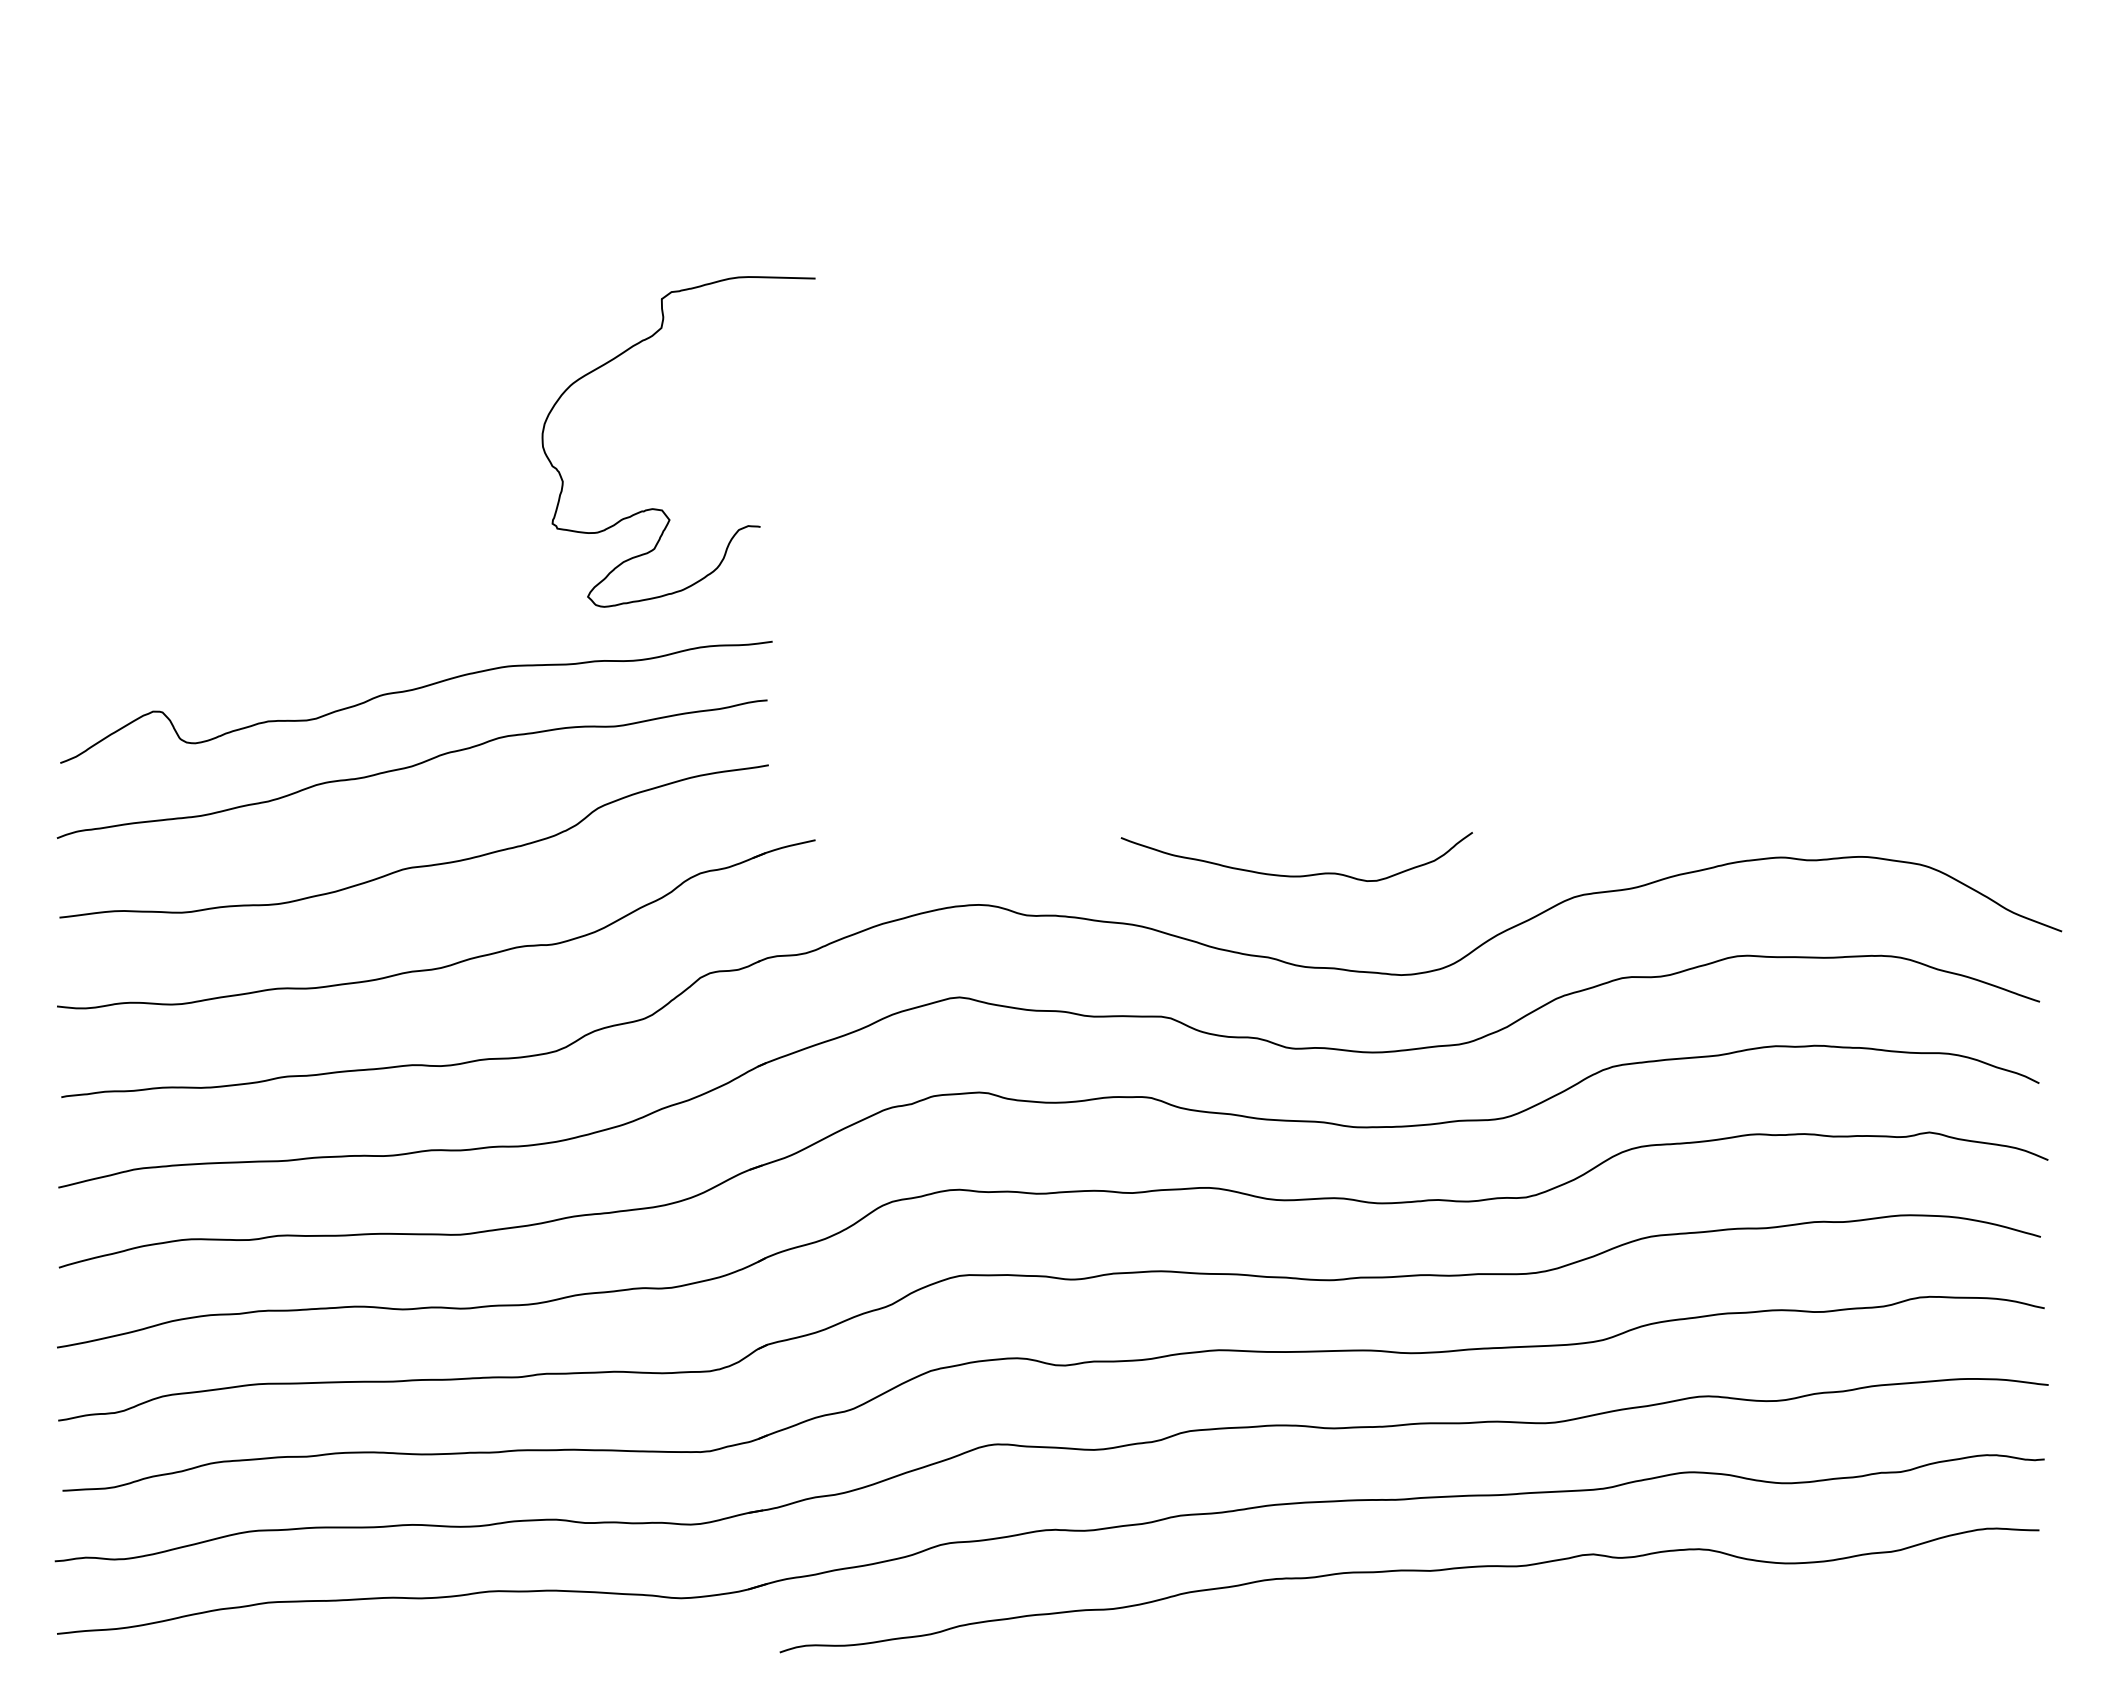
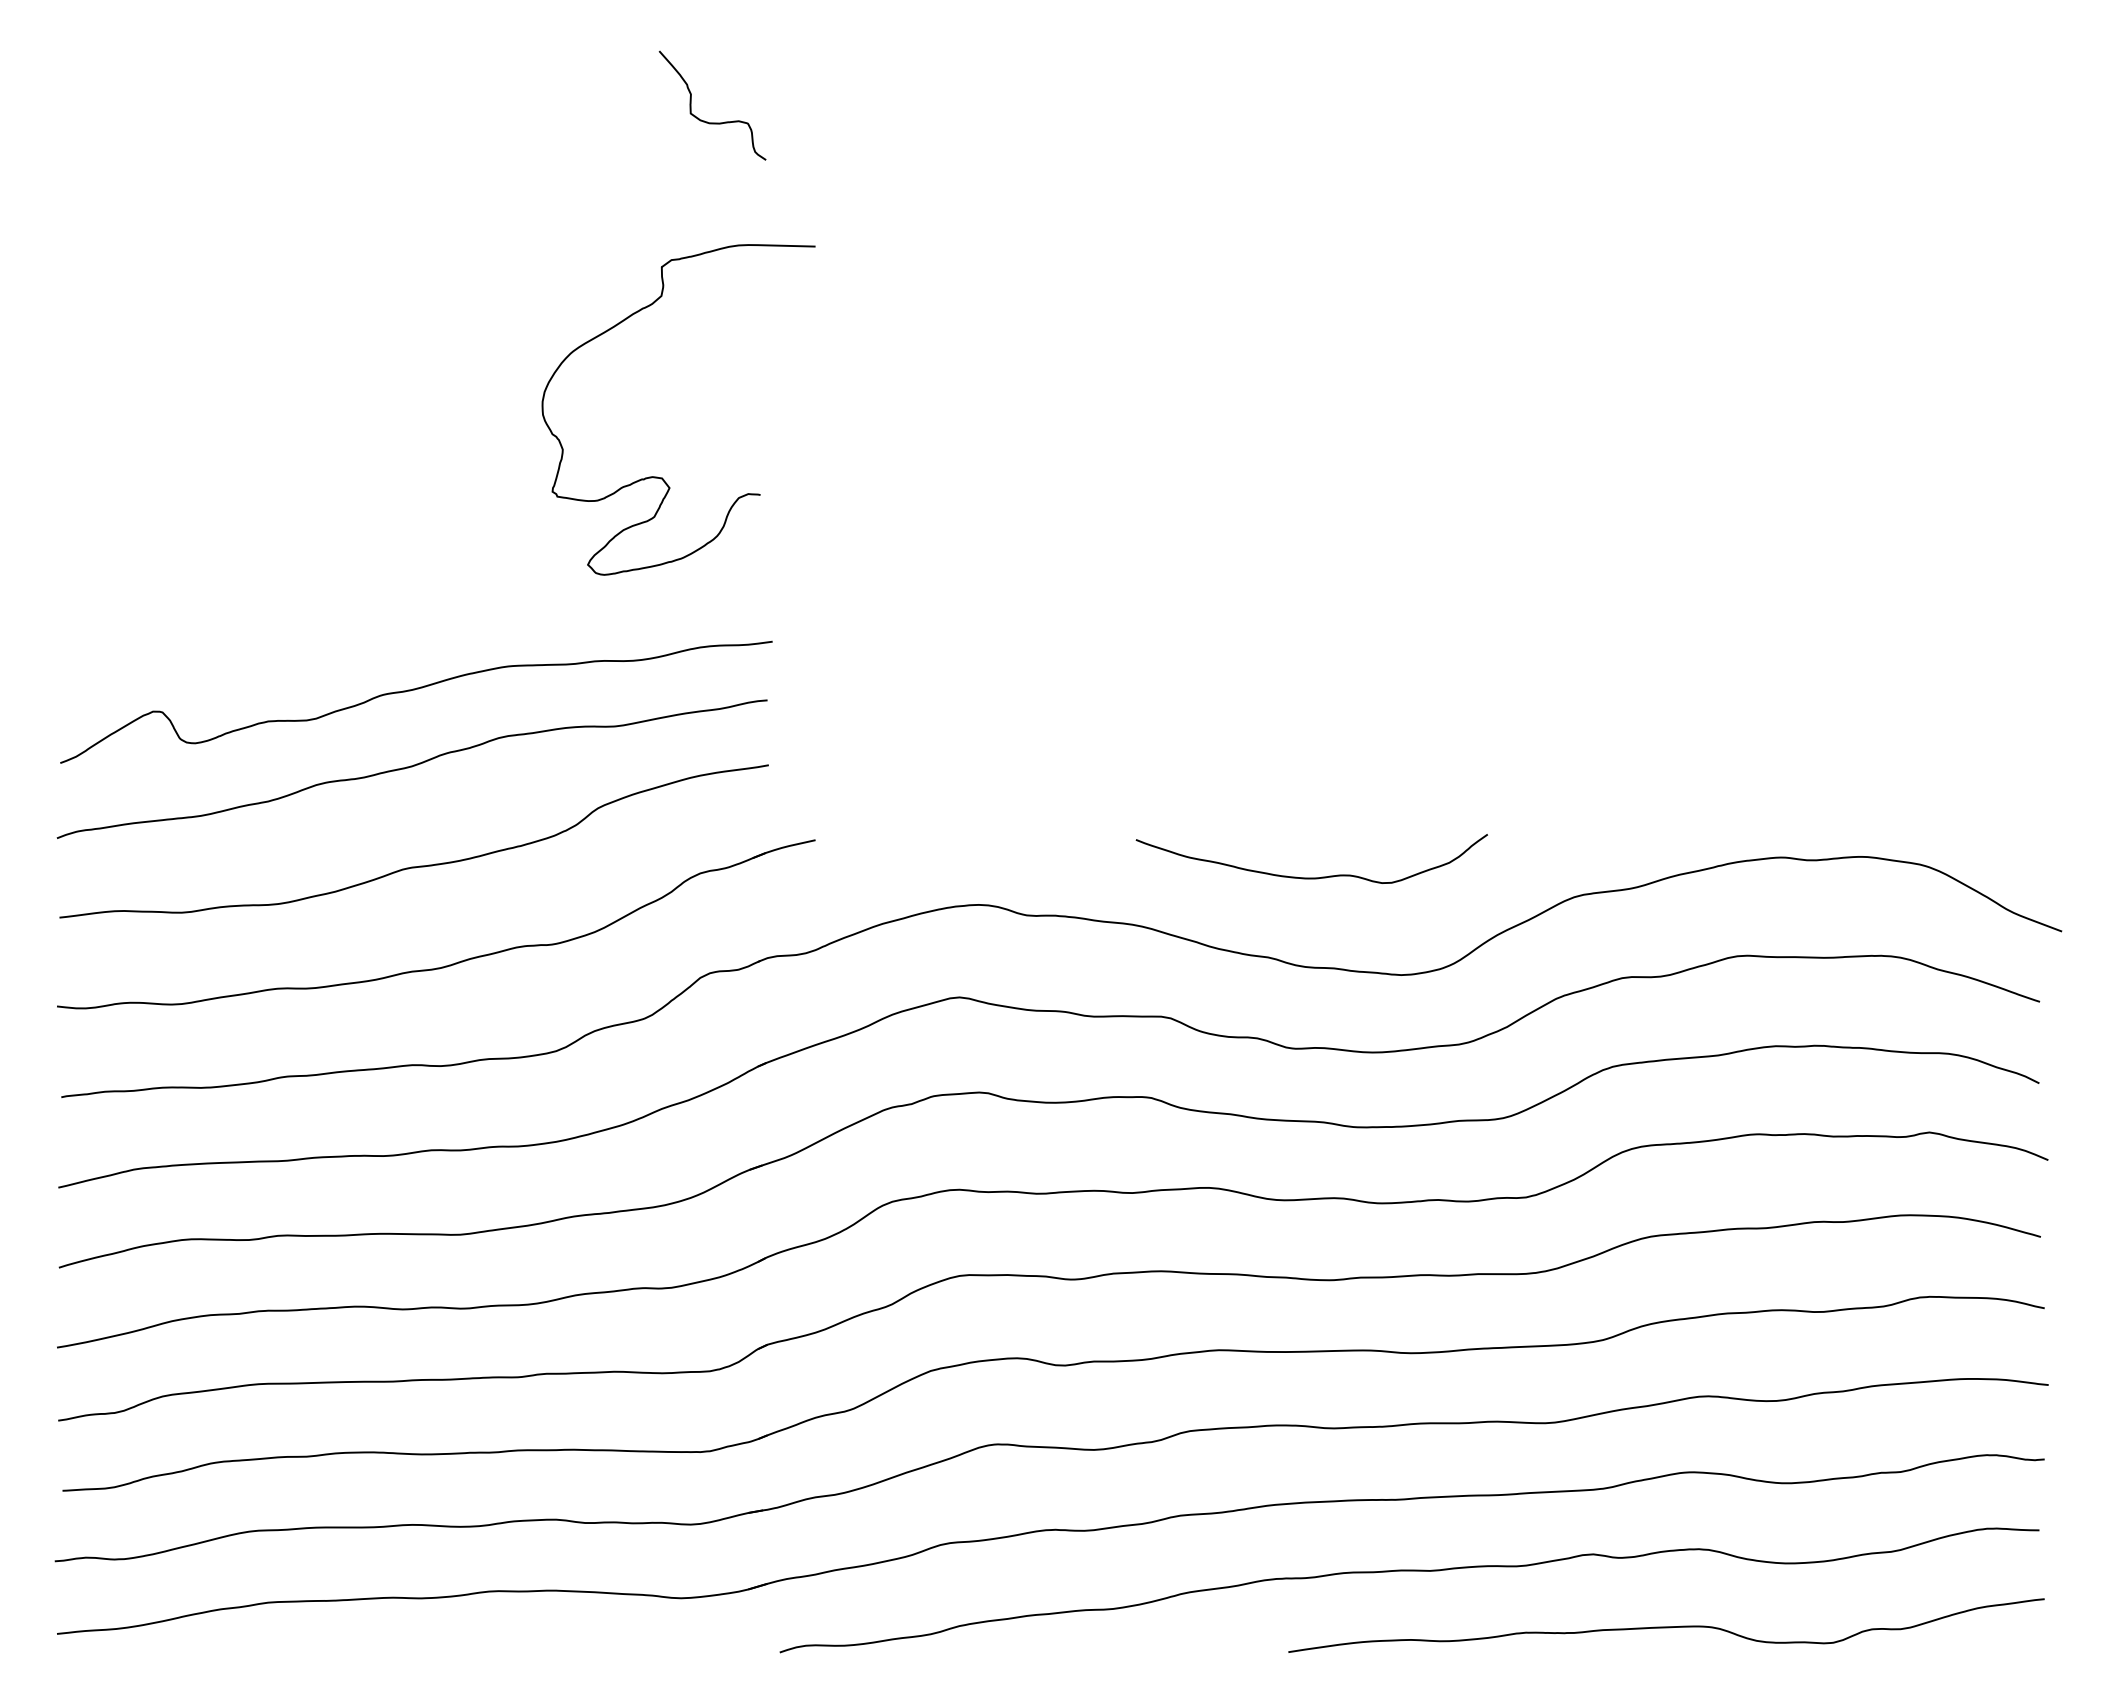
curve at (707, 121): none -> present
curve at (662, 509) position: (662, 509) -> (662, 477)
curve at (1296, 875) position: (1296, 875) -> (1311, 877)
curve at (1666, 1626): none -> present
